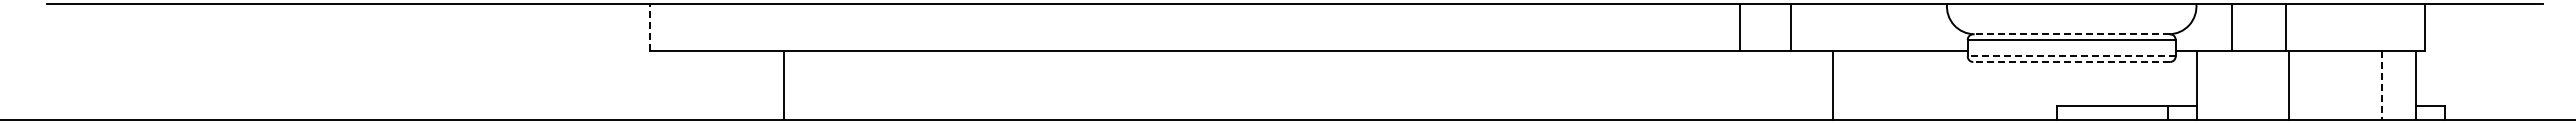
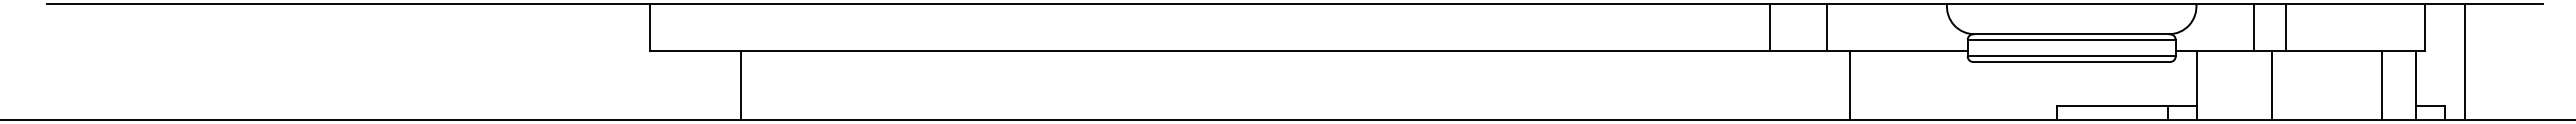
line at (1739, 26) position: (1739, 26) -> (1769, 26)
line at (1791, 26) position: (1791, 26) -> (1827, 26)
line at (2231, 26) position: (2231, 26) -> (2253, 26)
line at (650, 27): dashed -> solid
line at (2071, 34): dashed -> solid
line at (2071, 56): dashed -> solid
line at (2465, 61): none -> present
line at (2071, 62): dashed -> solid
line at (783, 85) position: (783, 85) -> (740, 85)
line at (1832, 85) position: (1832, 85) -> (1849, 85)
line at (2289, 85) position: (2289, 85) -> (2272, 85)
line at (2381, 85): dashed -> solid
